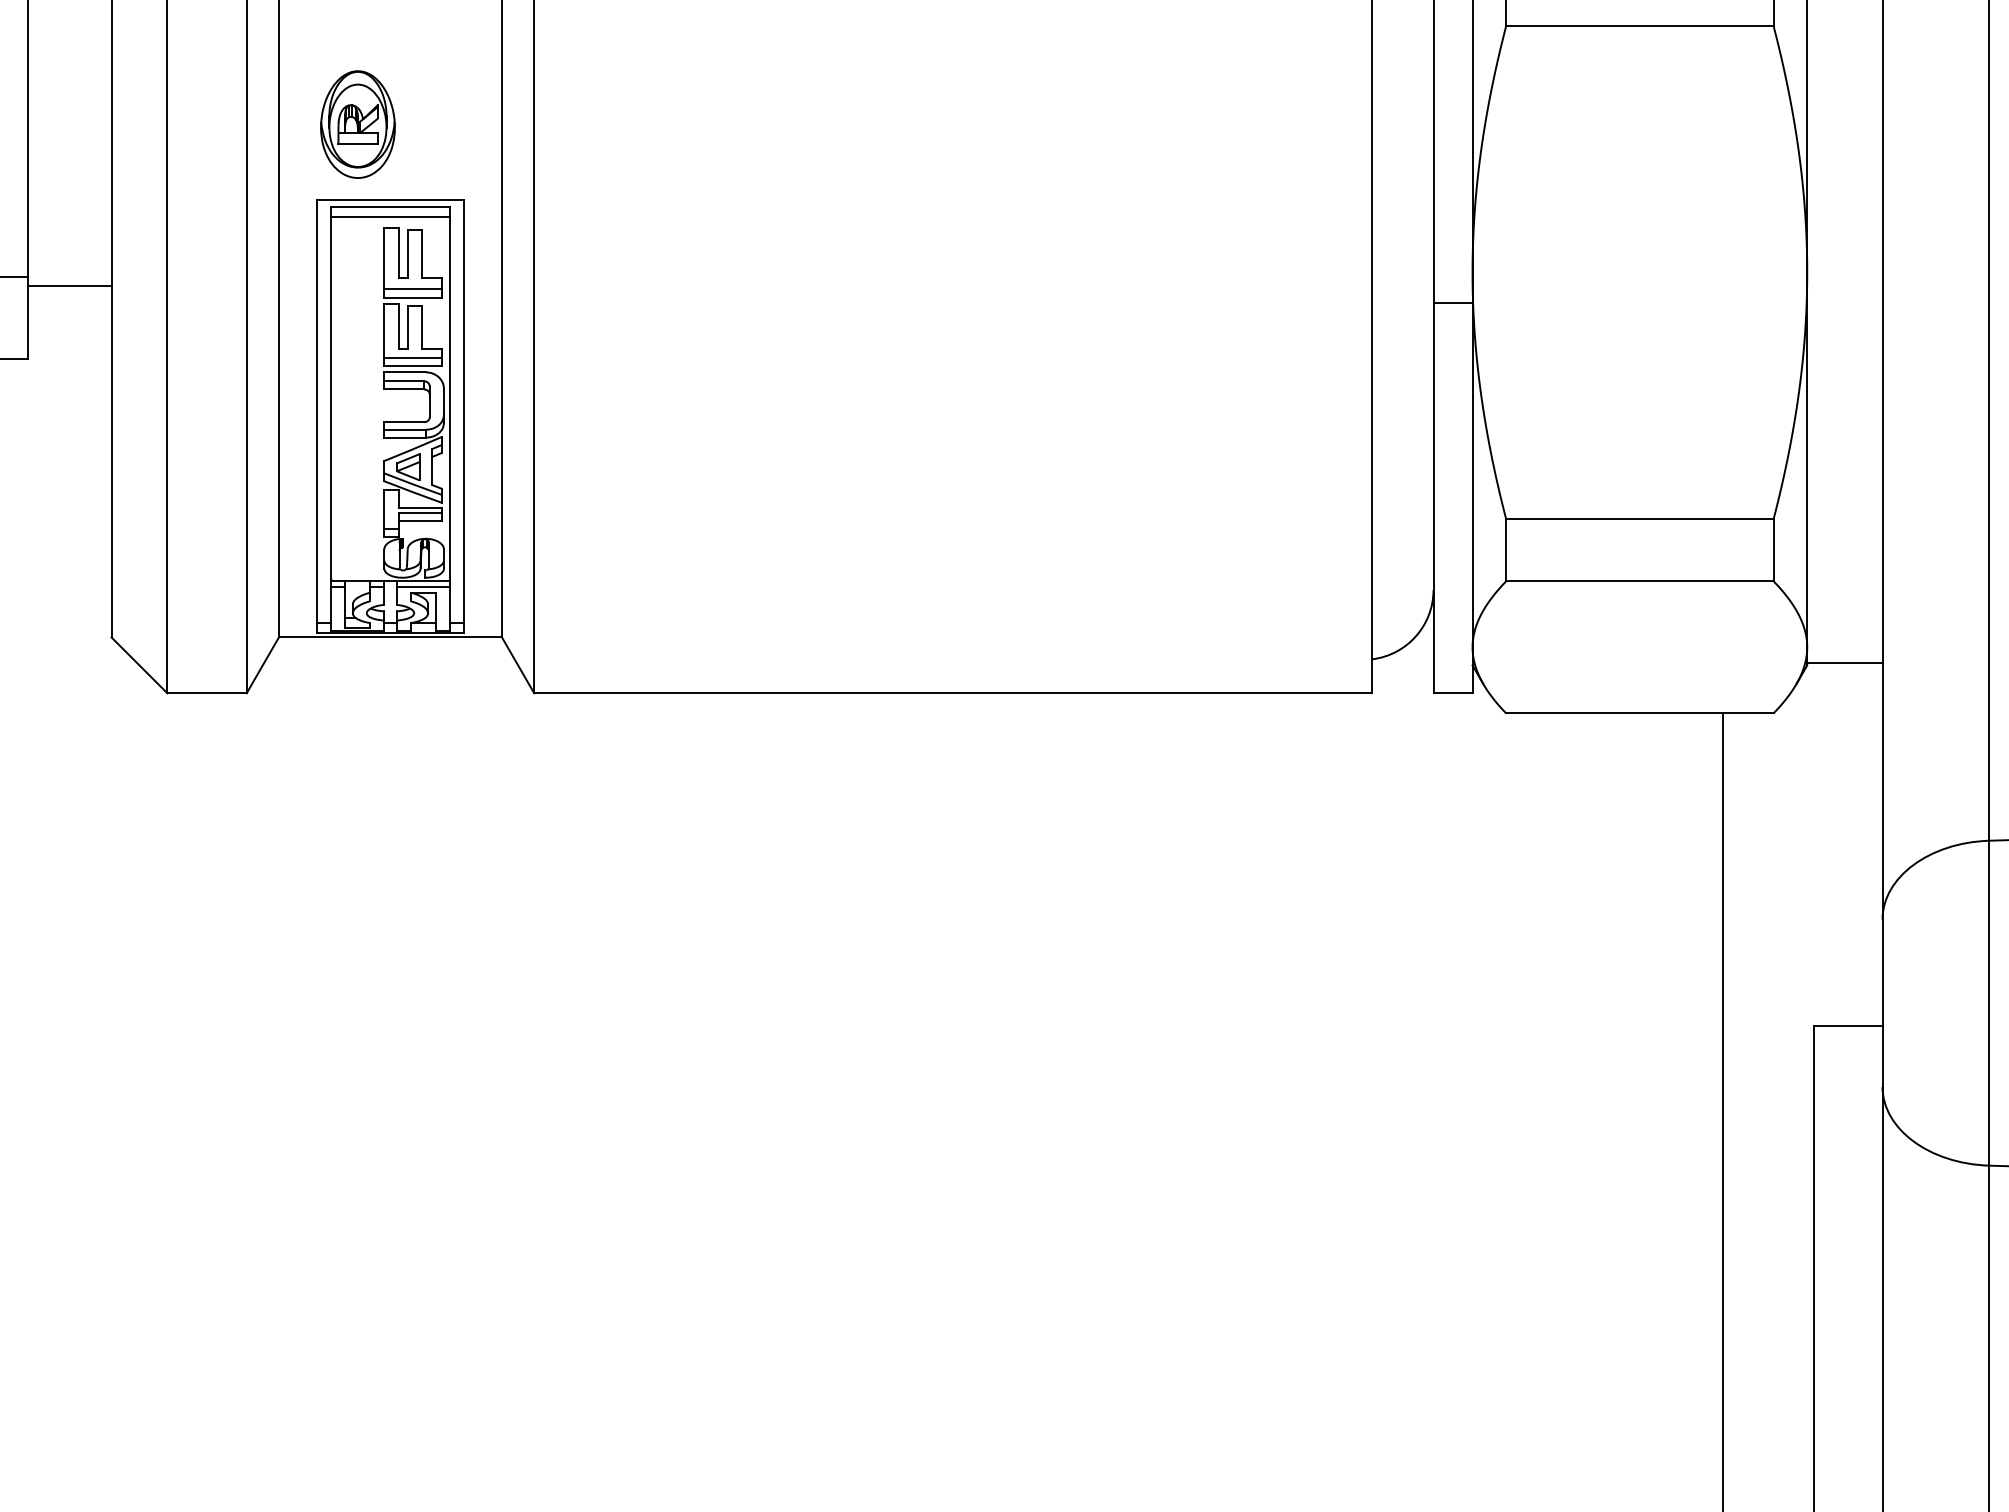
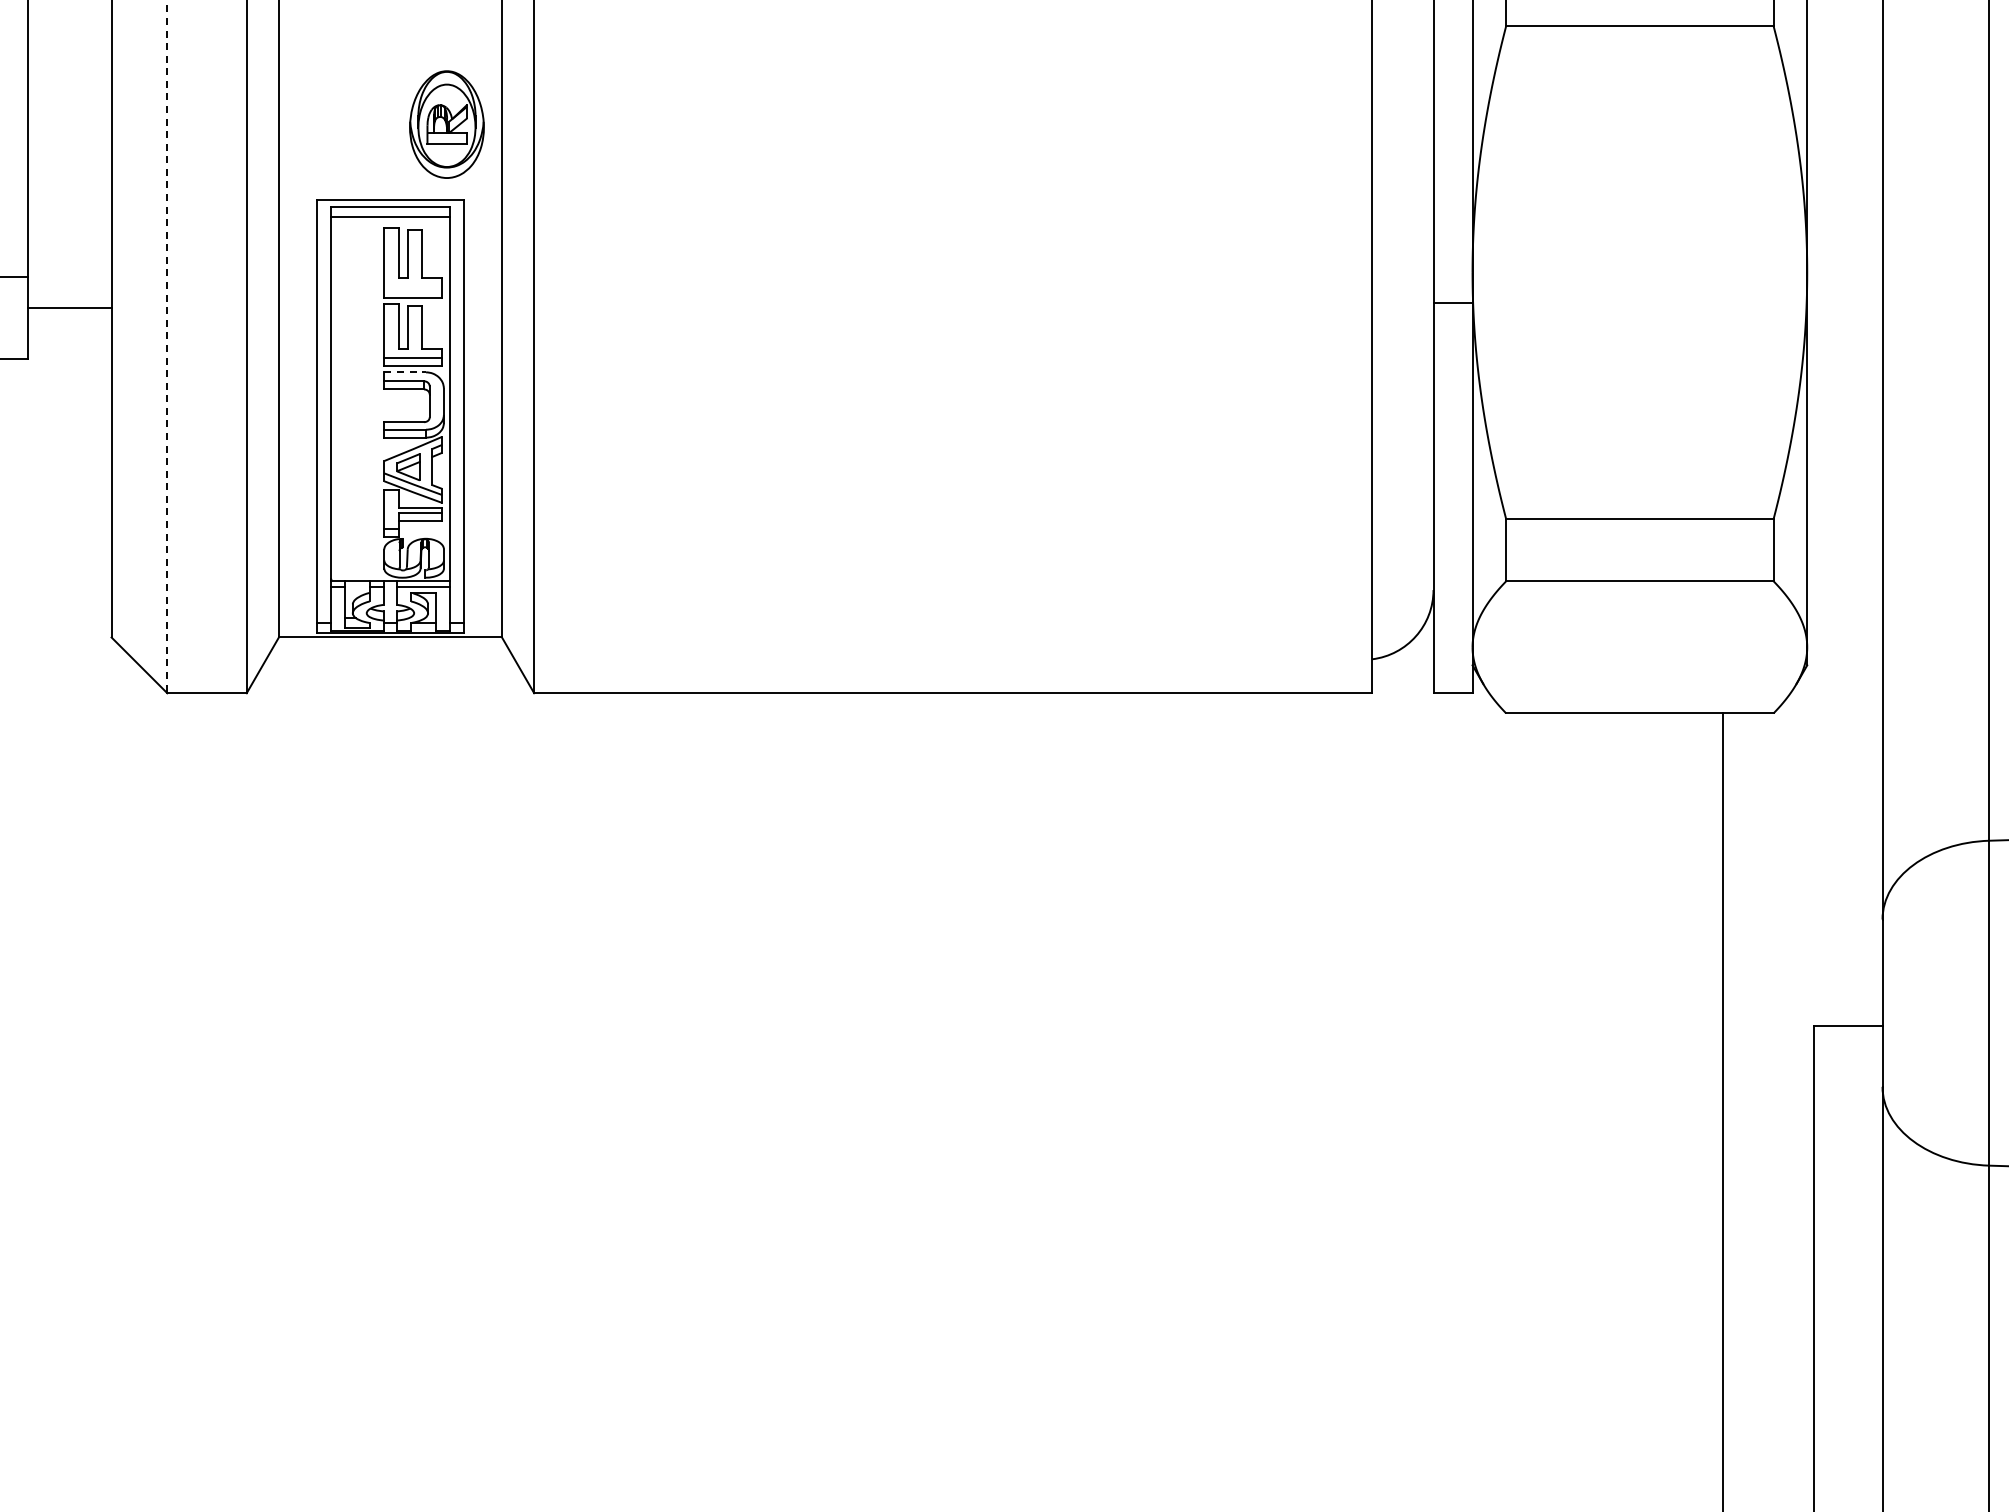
part at (357, 124) position: (357, 124) -> (446, 124)
line at (69, 286) position: (69, 286) -> (69, 308)
line at (413, 289): present -> none
line at (167, 347): solid -> dashed
line at (405, 372): solid -> dashed
line at (1844, 662): present -> none
